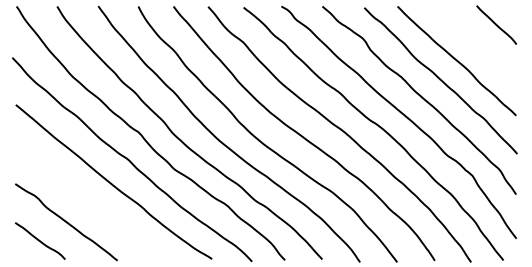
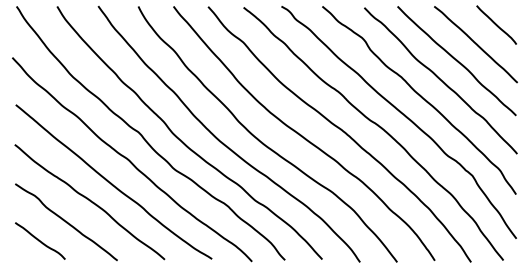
line at (475, 44): none -> present
curve at (89, 201): none -> present
